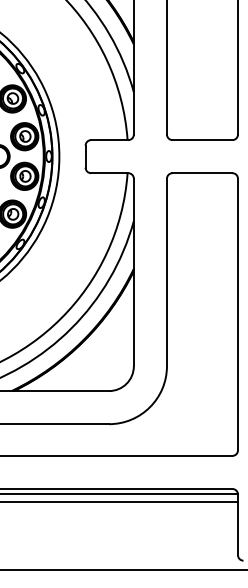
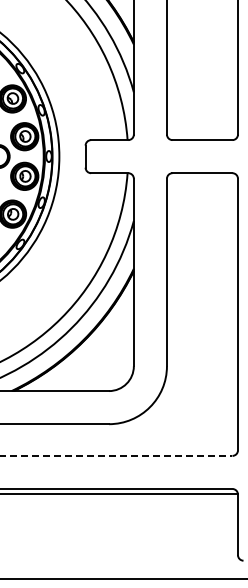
line at (116, 455): solid -> dashed
line at (119, 501): present -> none
line at (123, 570) position: (123, 570) -> (123, 579)
